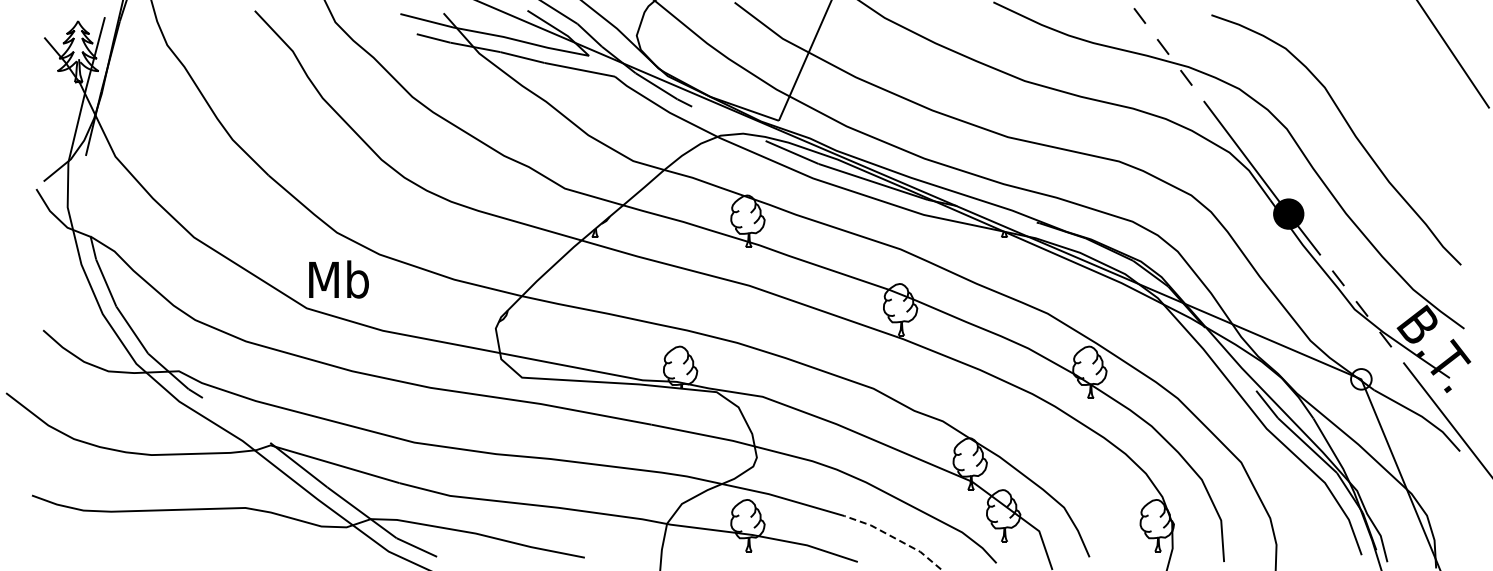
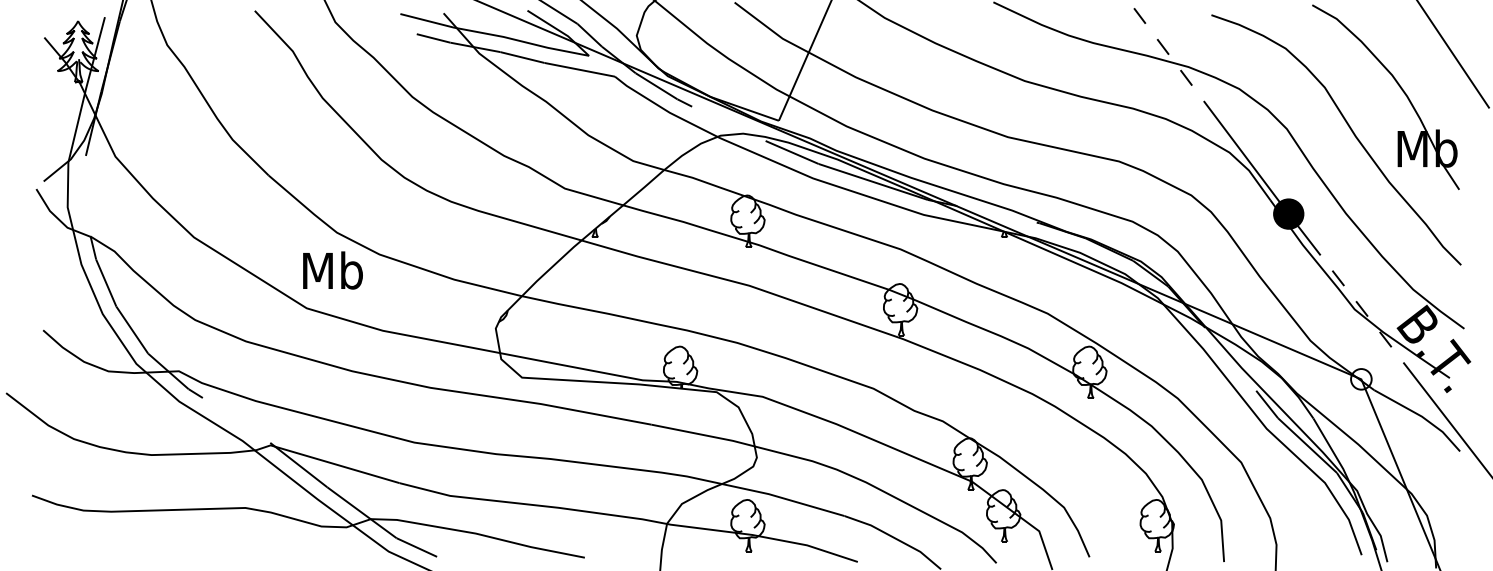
part at (1399, 87): none -> present
text at (338, 279) position: (338, 279) -> (332, 270)
line at (895, 538): dashed -> solid
